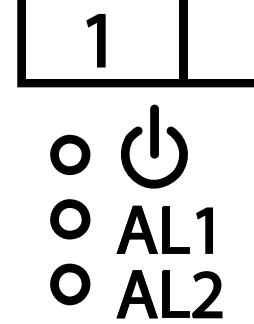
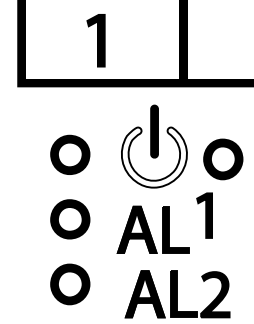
fill at (153, 157): present -> none
part at (223, 159): none -> present
part at (204, 230) position: (204, 230) -> (204, 215)
part at (169, 294) position: (169, 294) -> (177, 294)
